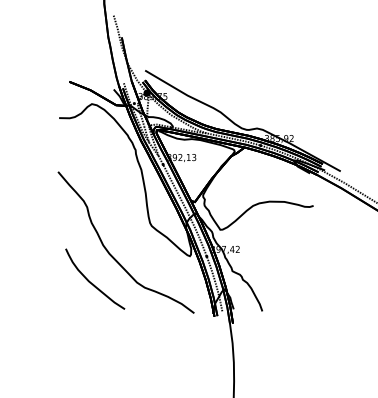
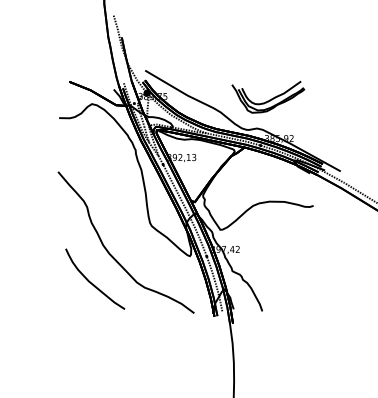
part at (268, 96): none -> present
